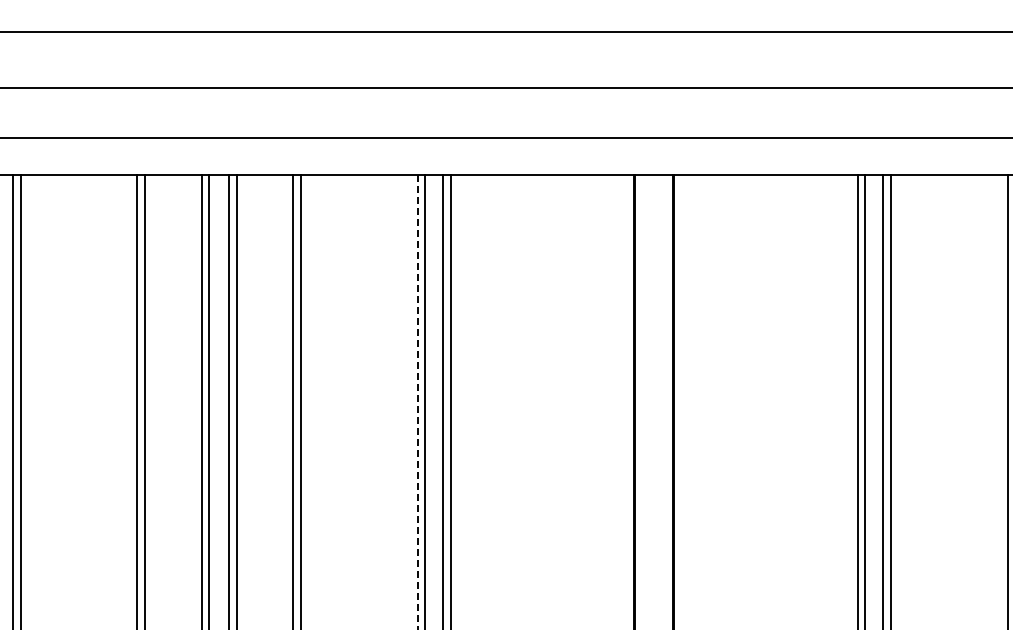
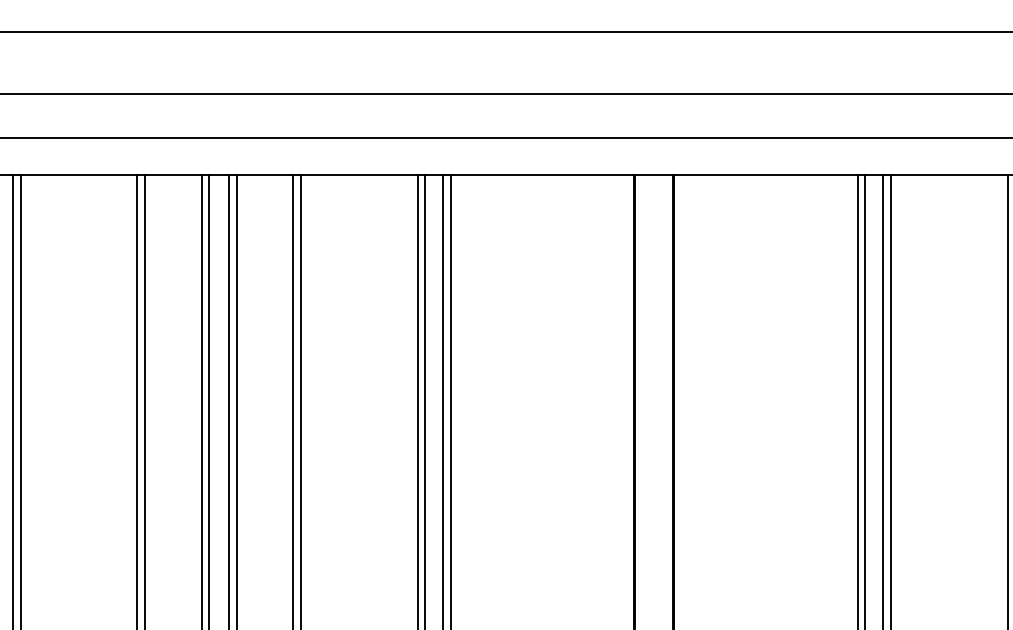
line at (505, 88) position: (505, 88) -> (505, 94)
line at (417, 402): dashed -> solid
